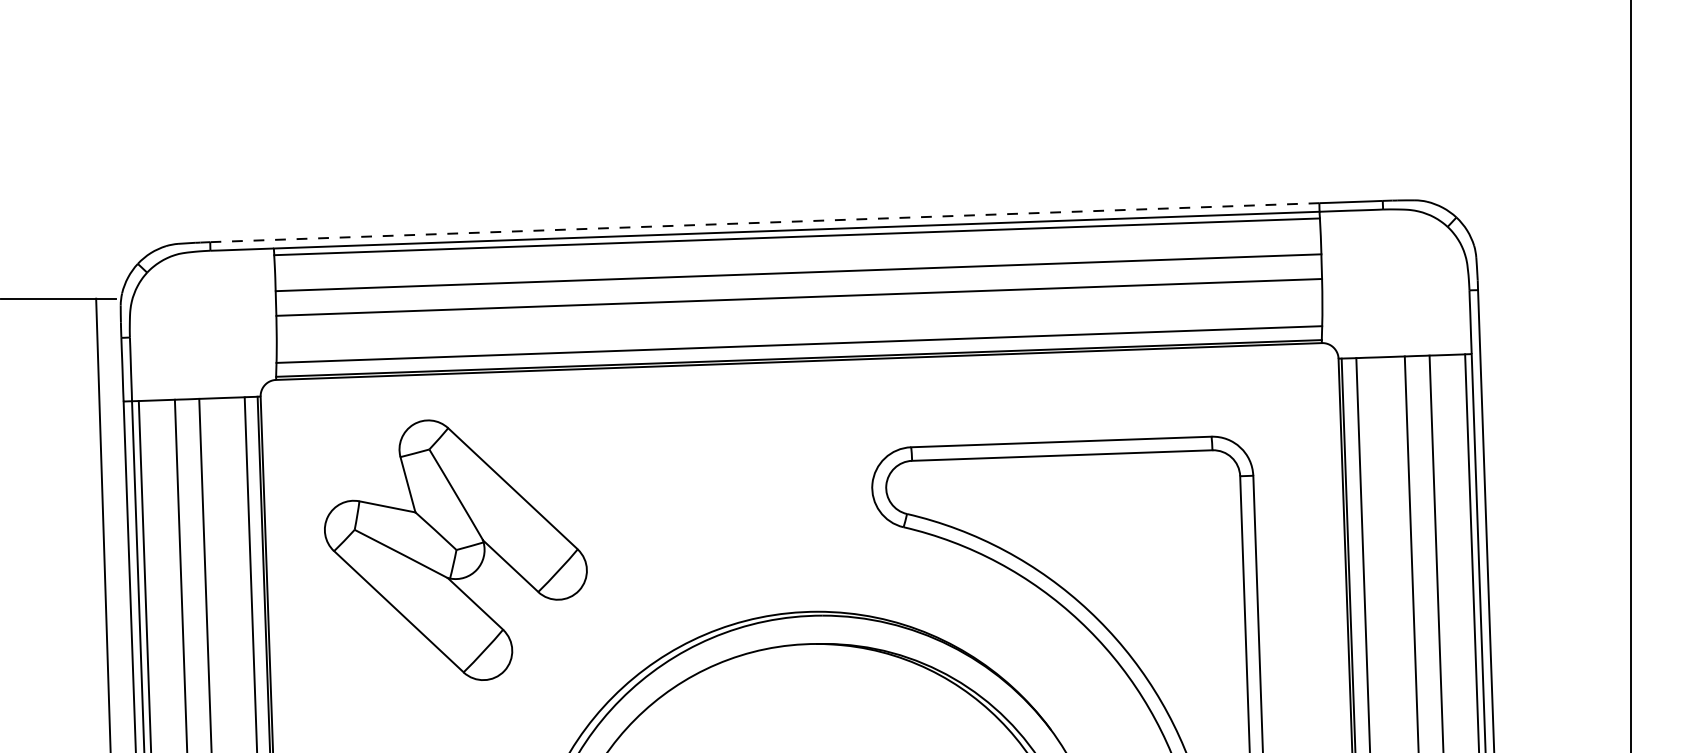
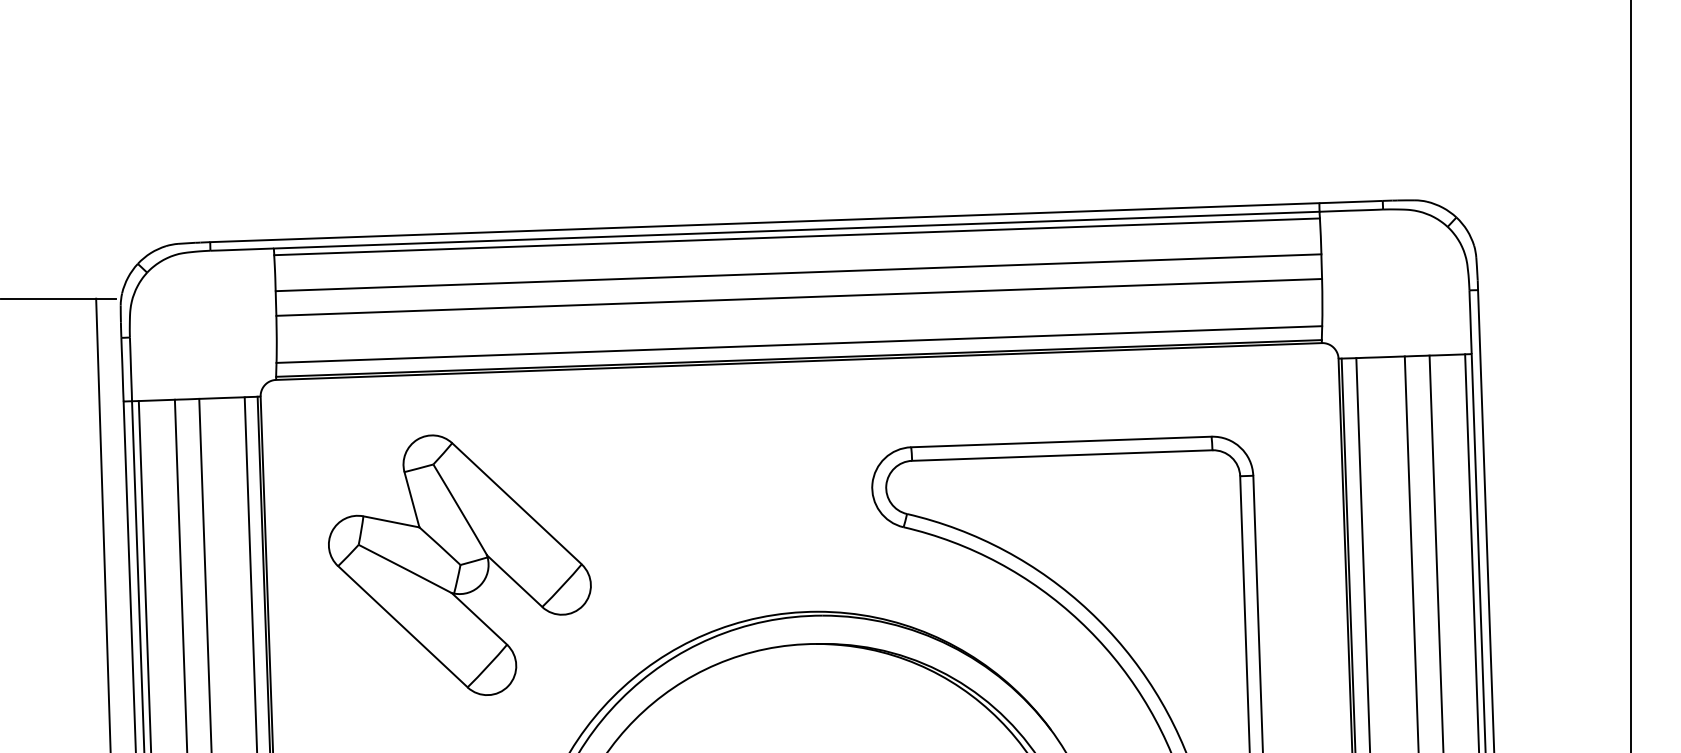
line at (764, 222): dashed -> solid
part at (455, 549) position: (455, 549) -> (459, 564)
